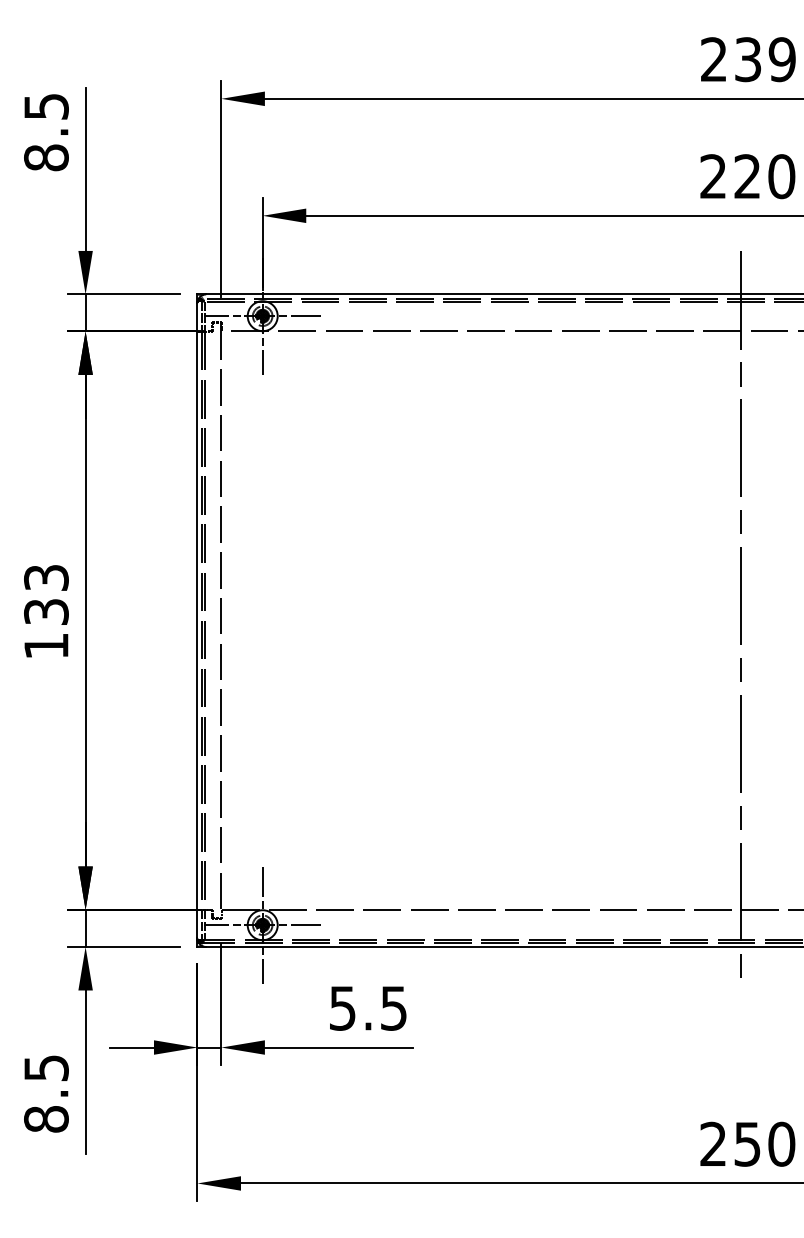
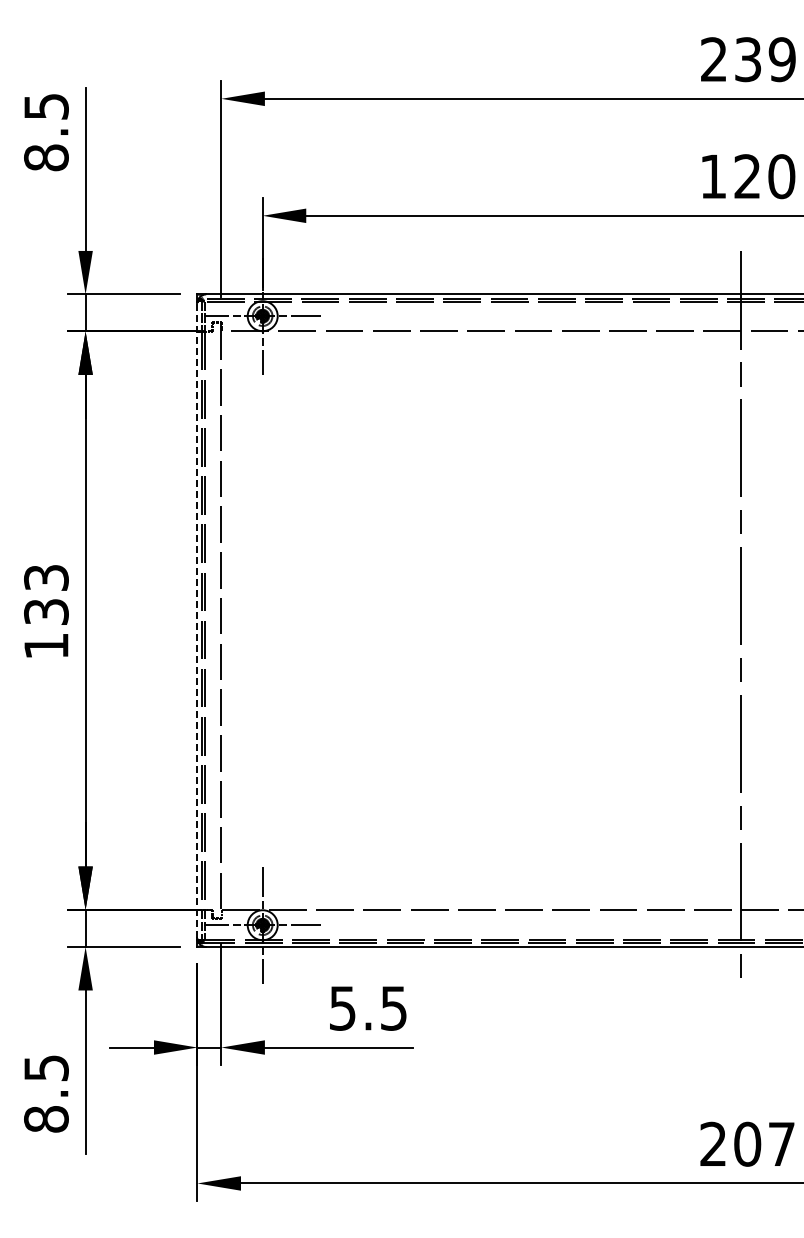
text at (712, 176): 220 -> 120
line at (197, 620): solid -> dashed
text at (764, 1143): 250 -> 207
